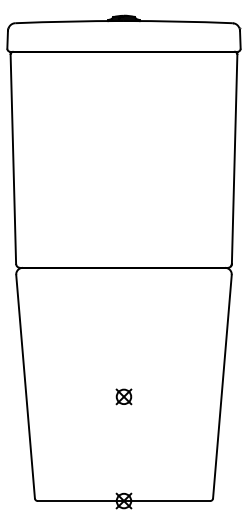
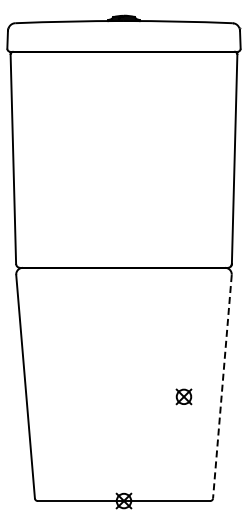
line at (222, 387): solid -> dashed
part at (123, 396) position: (123, 396) -> (183, 396)
